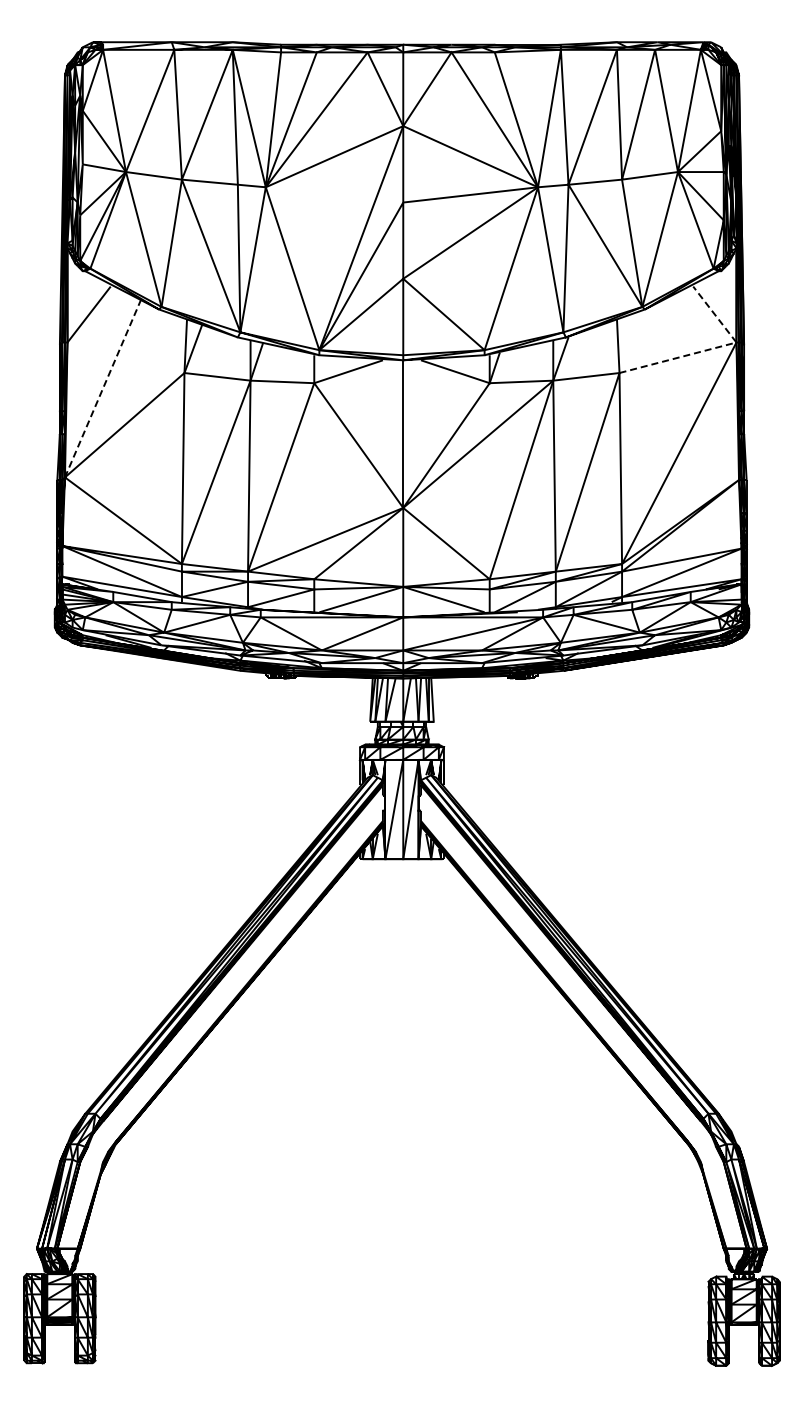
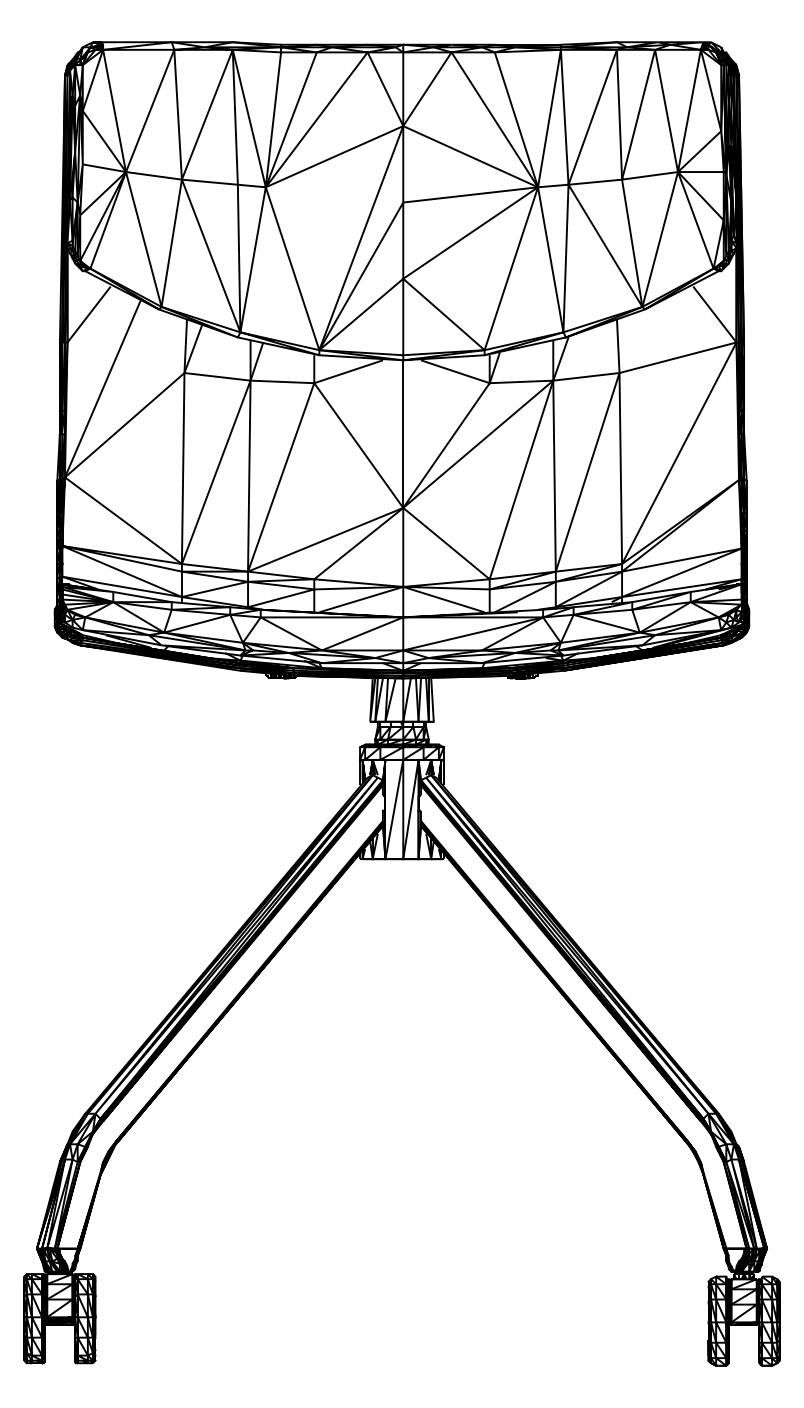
line at (713, 348): dashed -> solid
line at (103, 388): dashed -> solid
